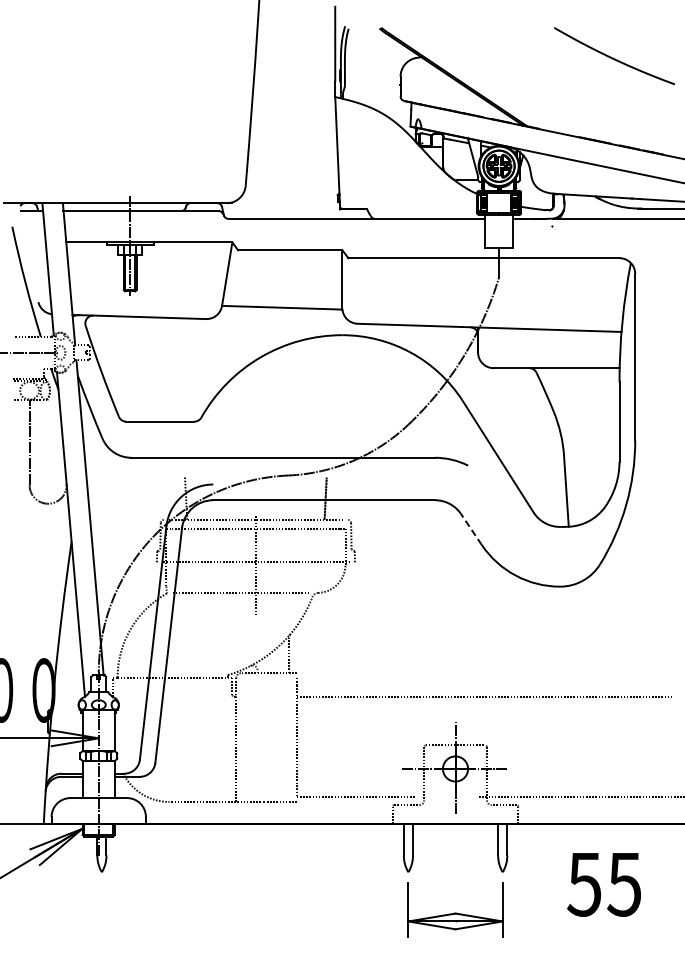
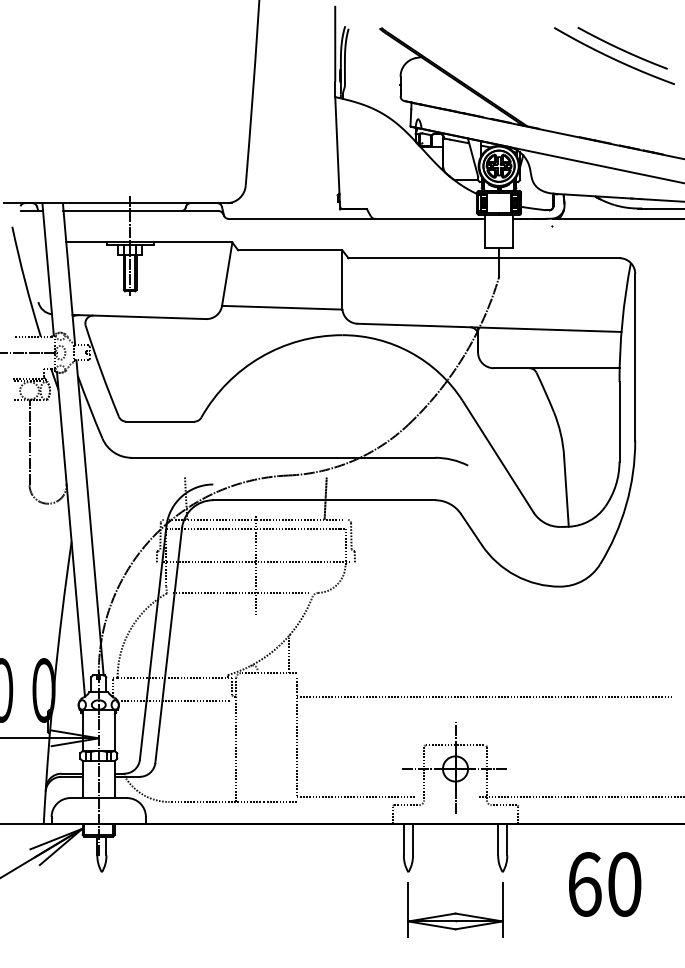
curve at (621, 48): none -> present
line at (471, 529): dashed -> solid
line at (174, 701): none -> present
text at (604, 884): 55 -> 60
